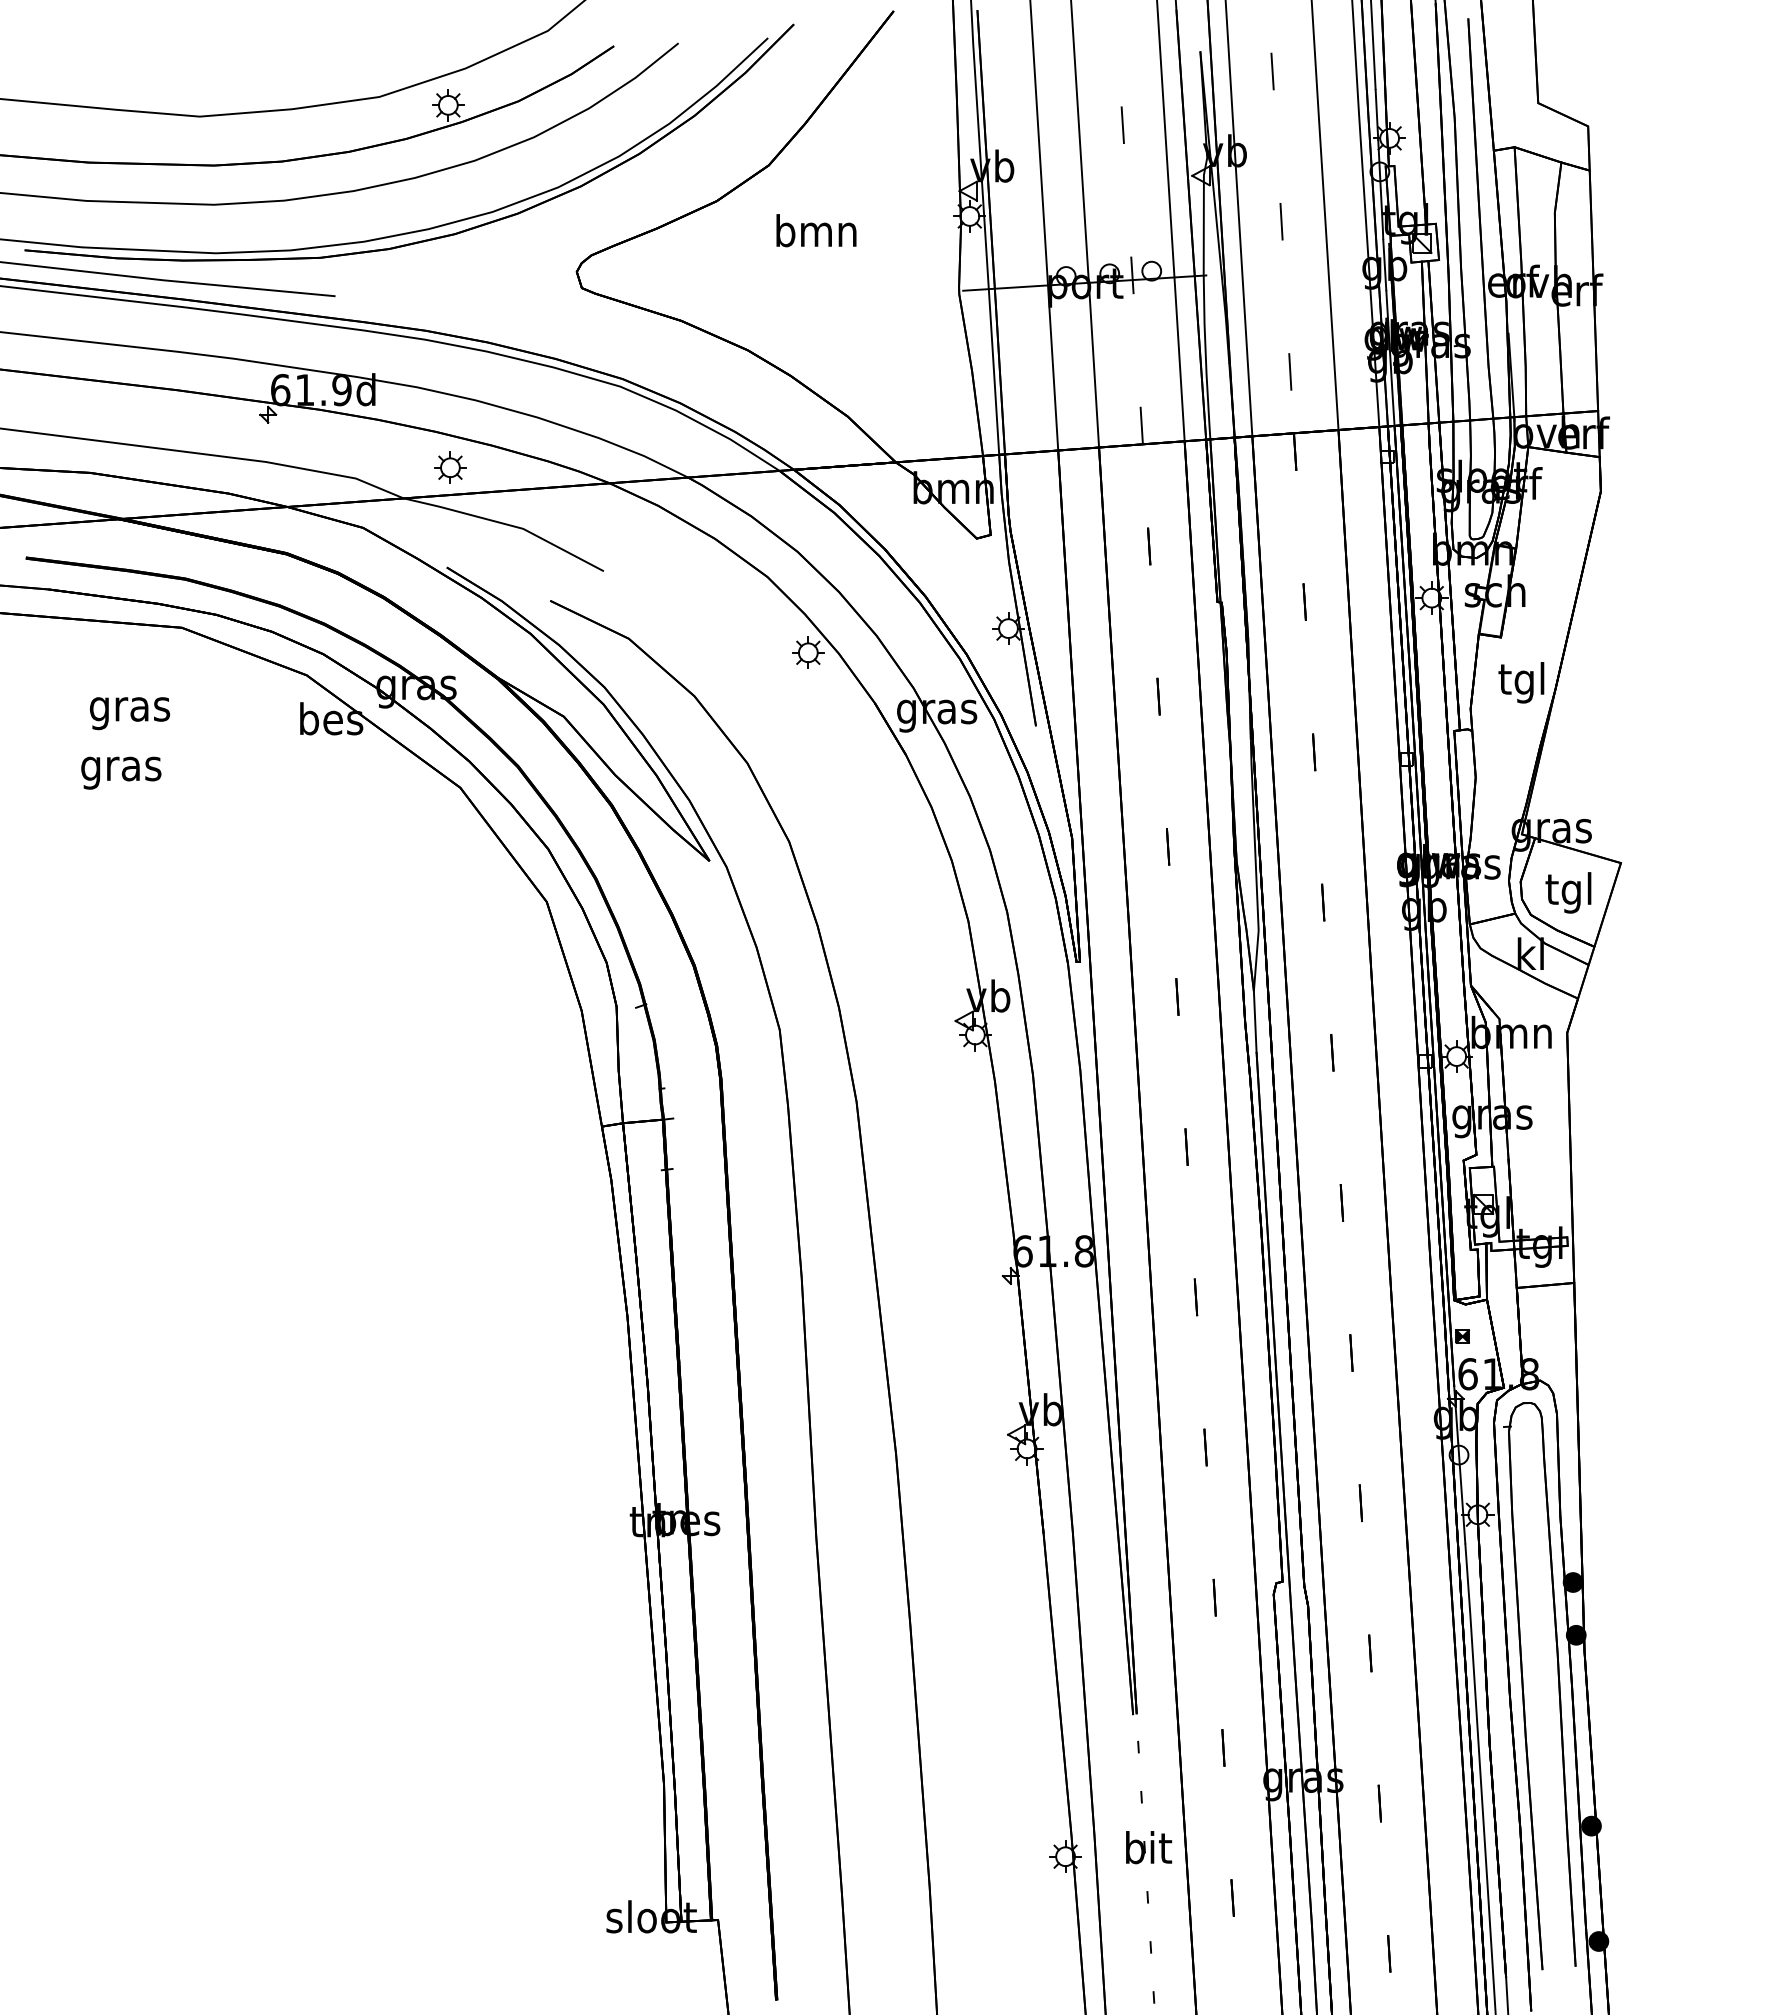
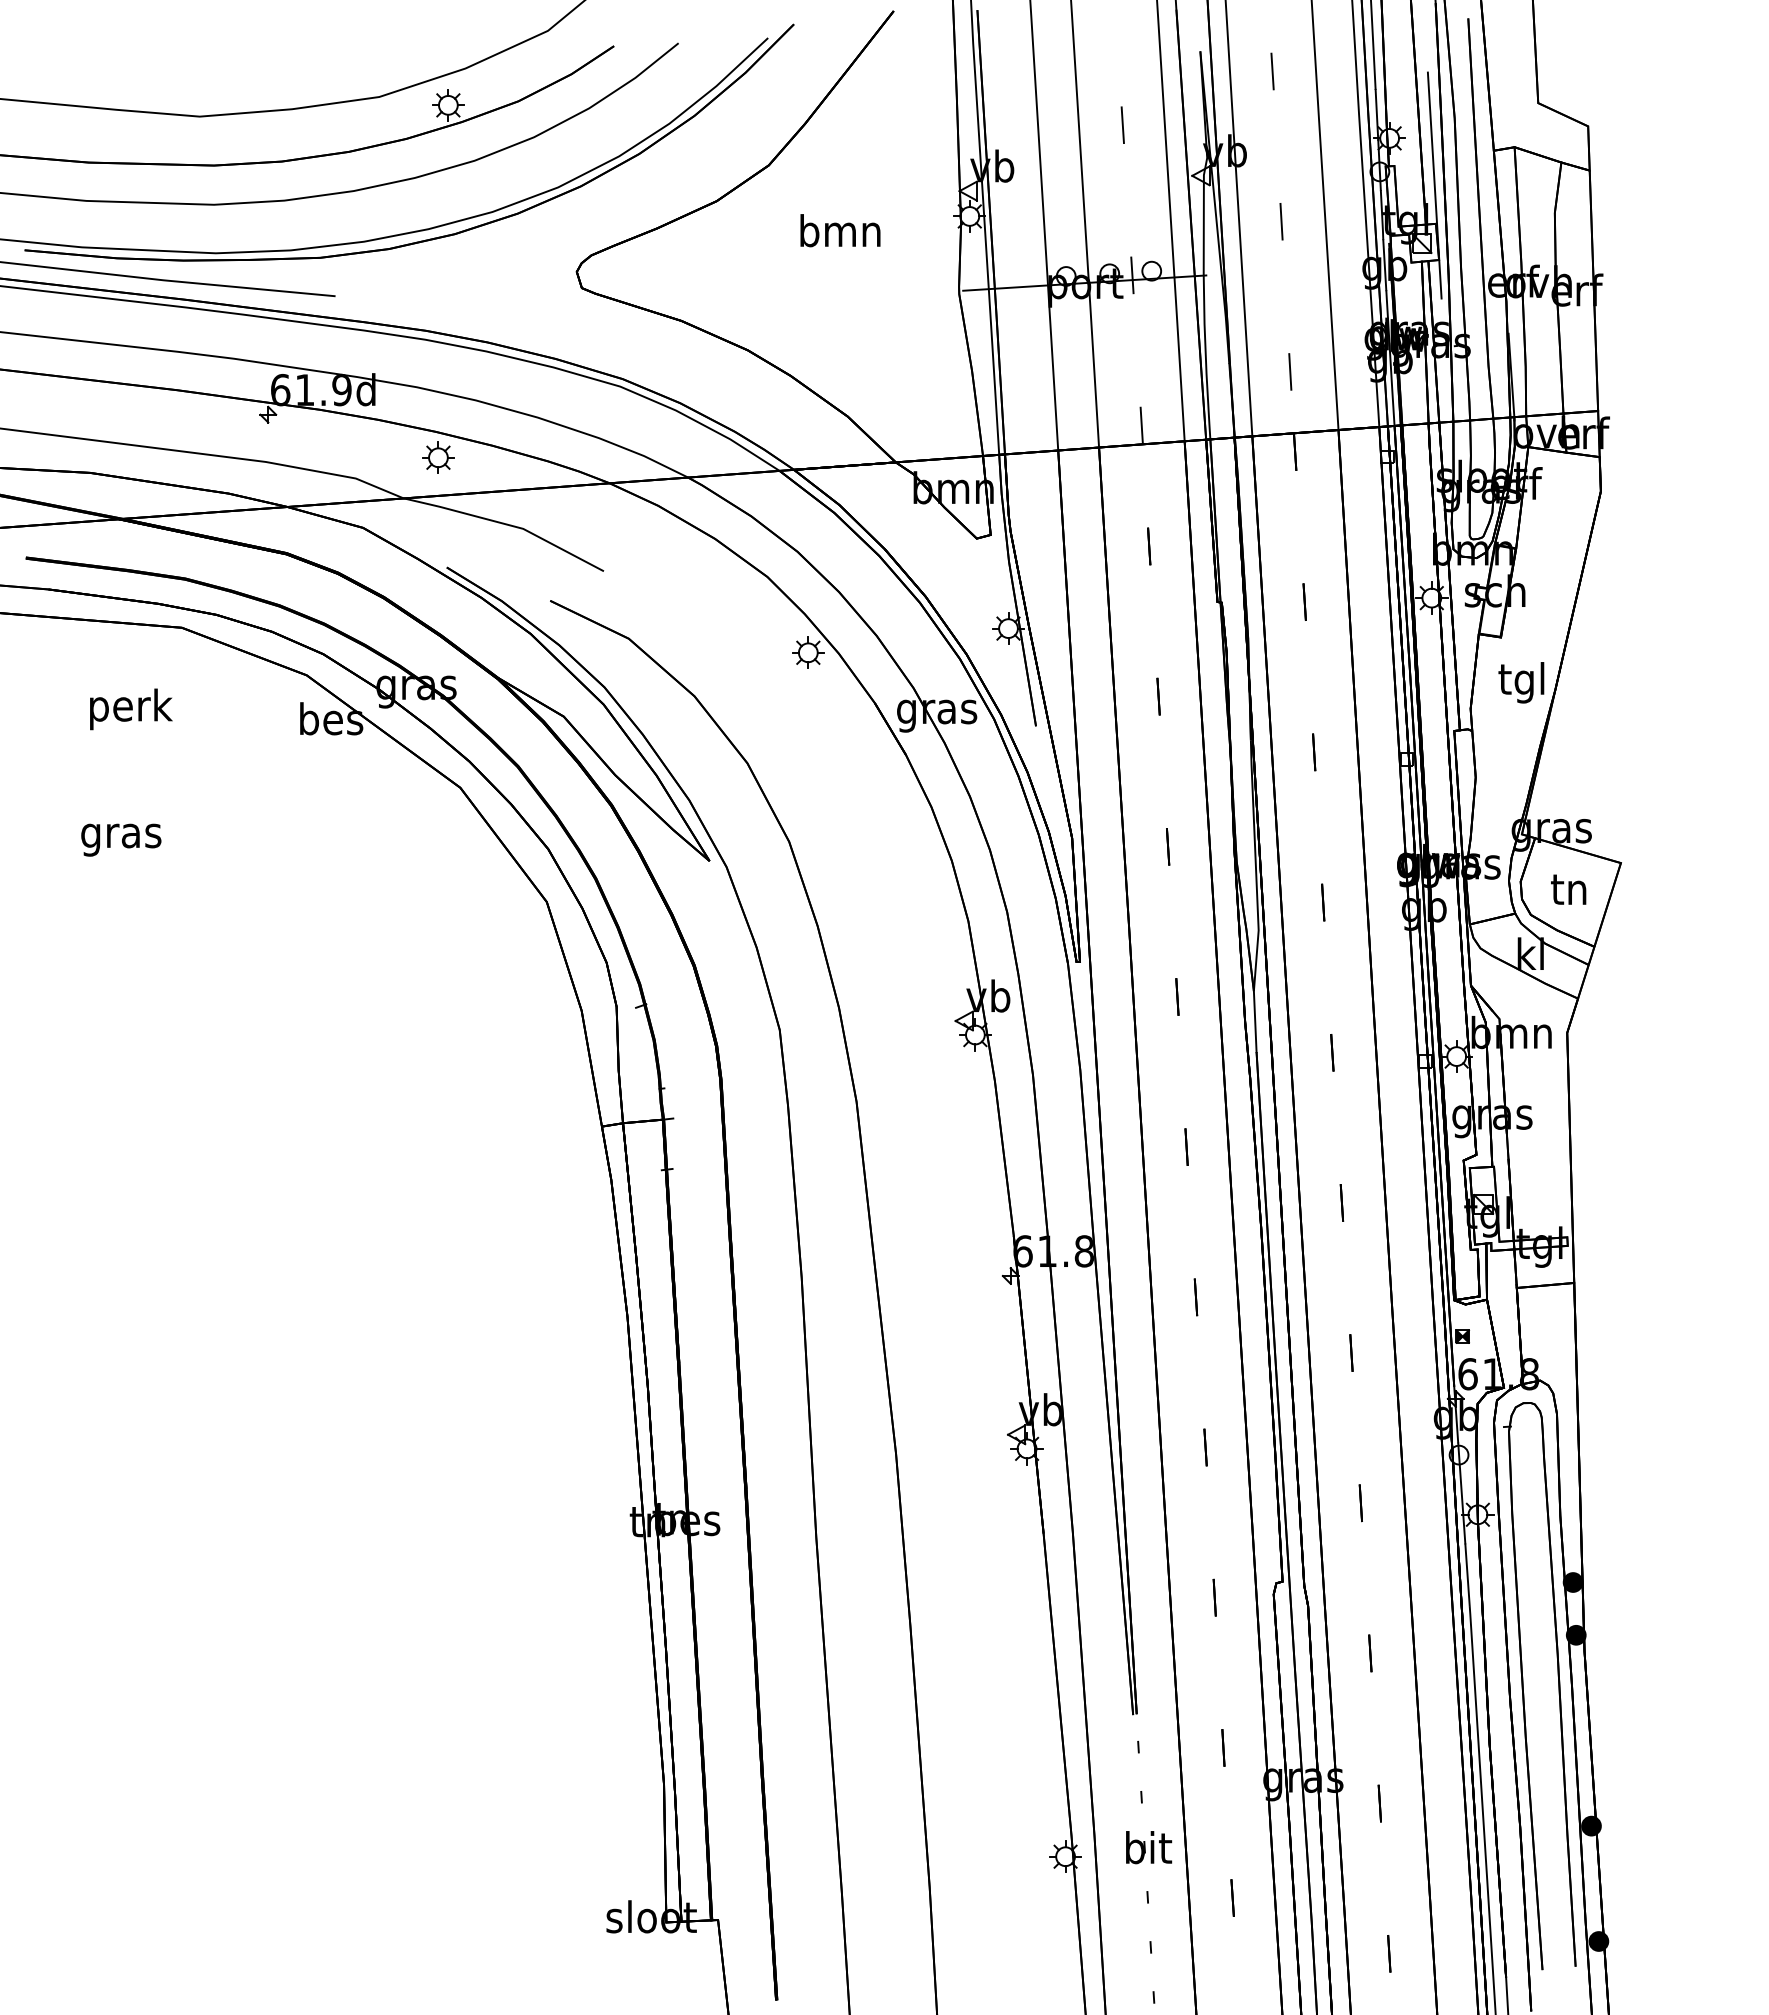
line at (1434, 185): none -> present
text at (816, 230) position: (816, 230) -> (840, 230)
part at (450, 467) position: (450, 467) -> (438, 457)
text at (130, 709): gras -> perk
text at (121, 772) position: (121, 772) -> (121, 839)
text at (1568, 892): tgl -> tn
